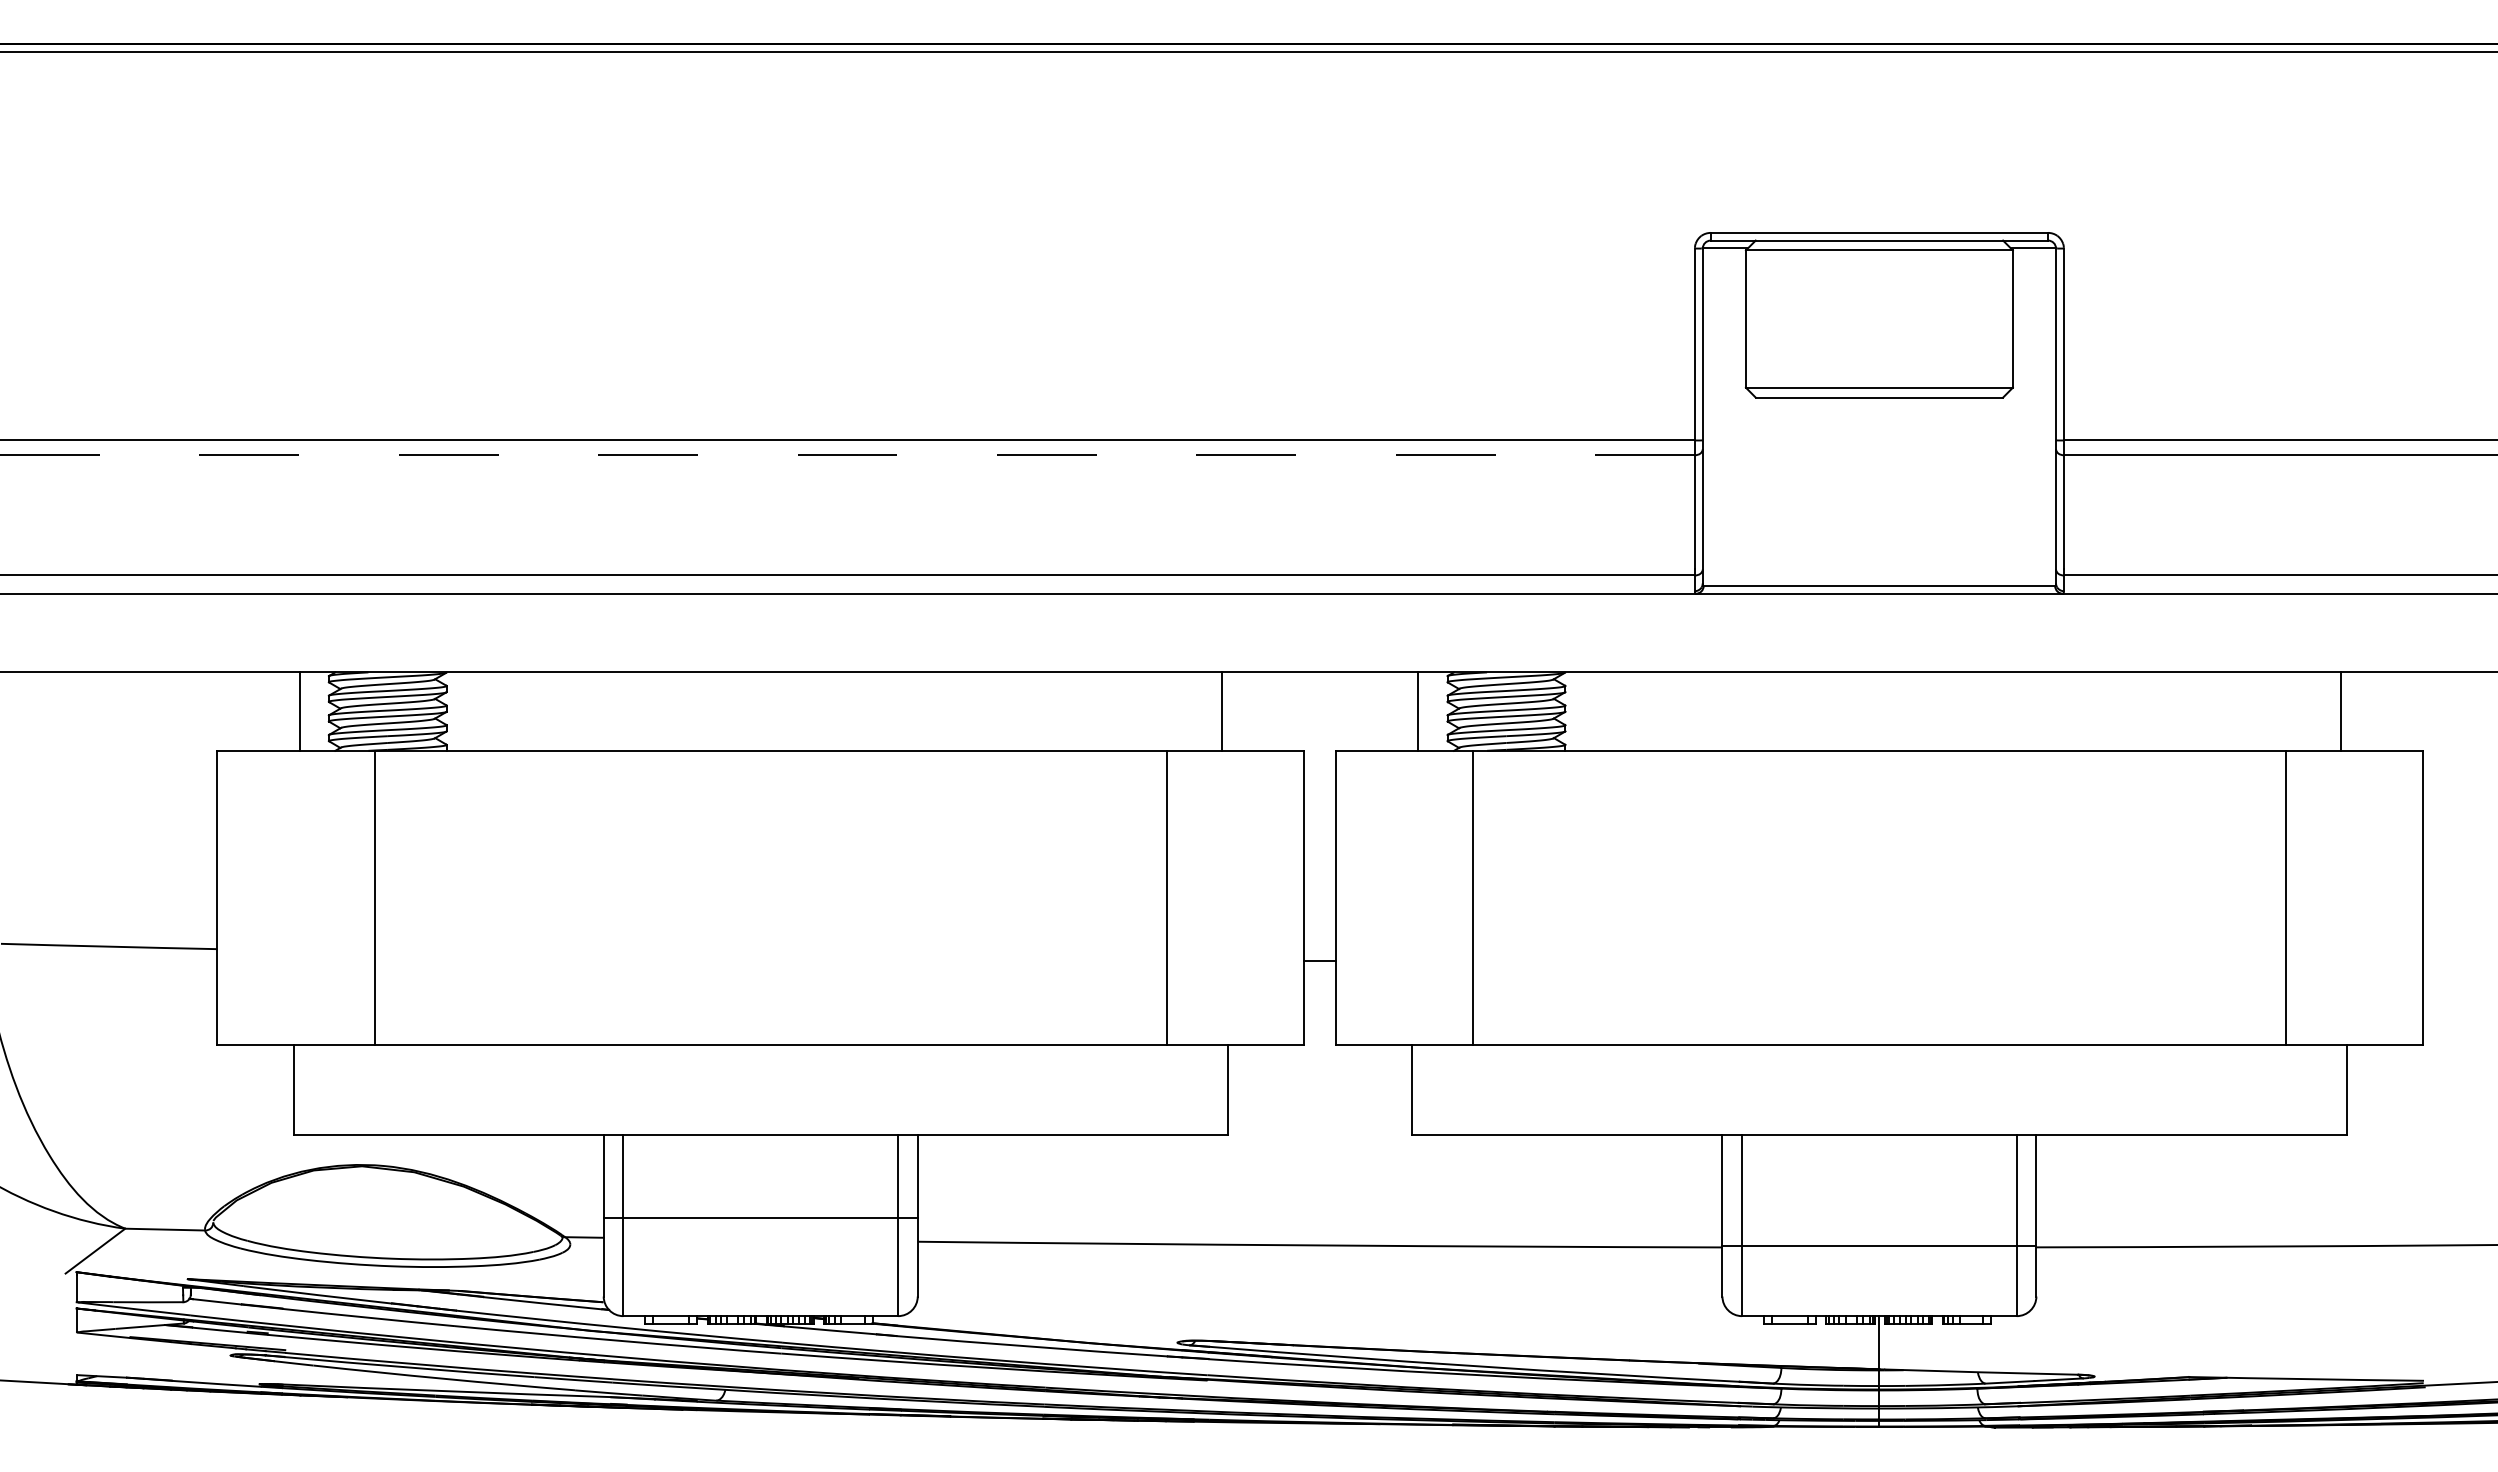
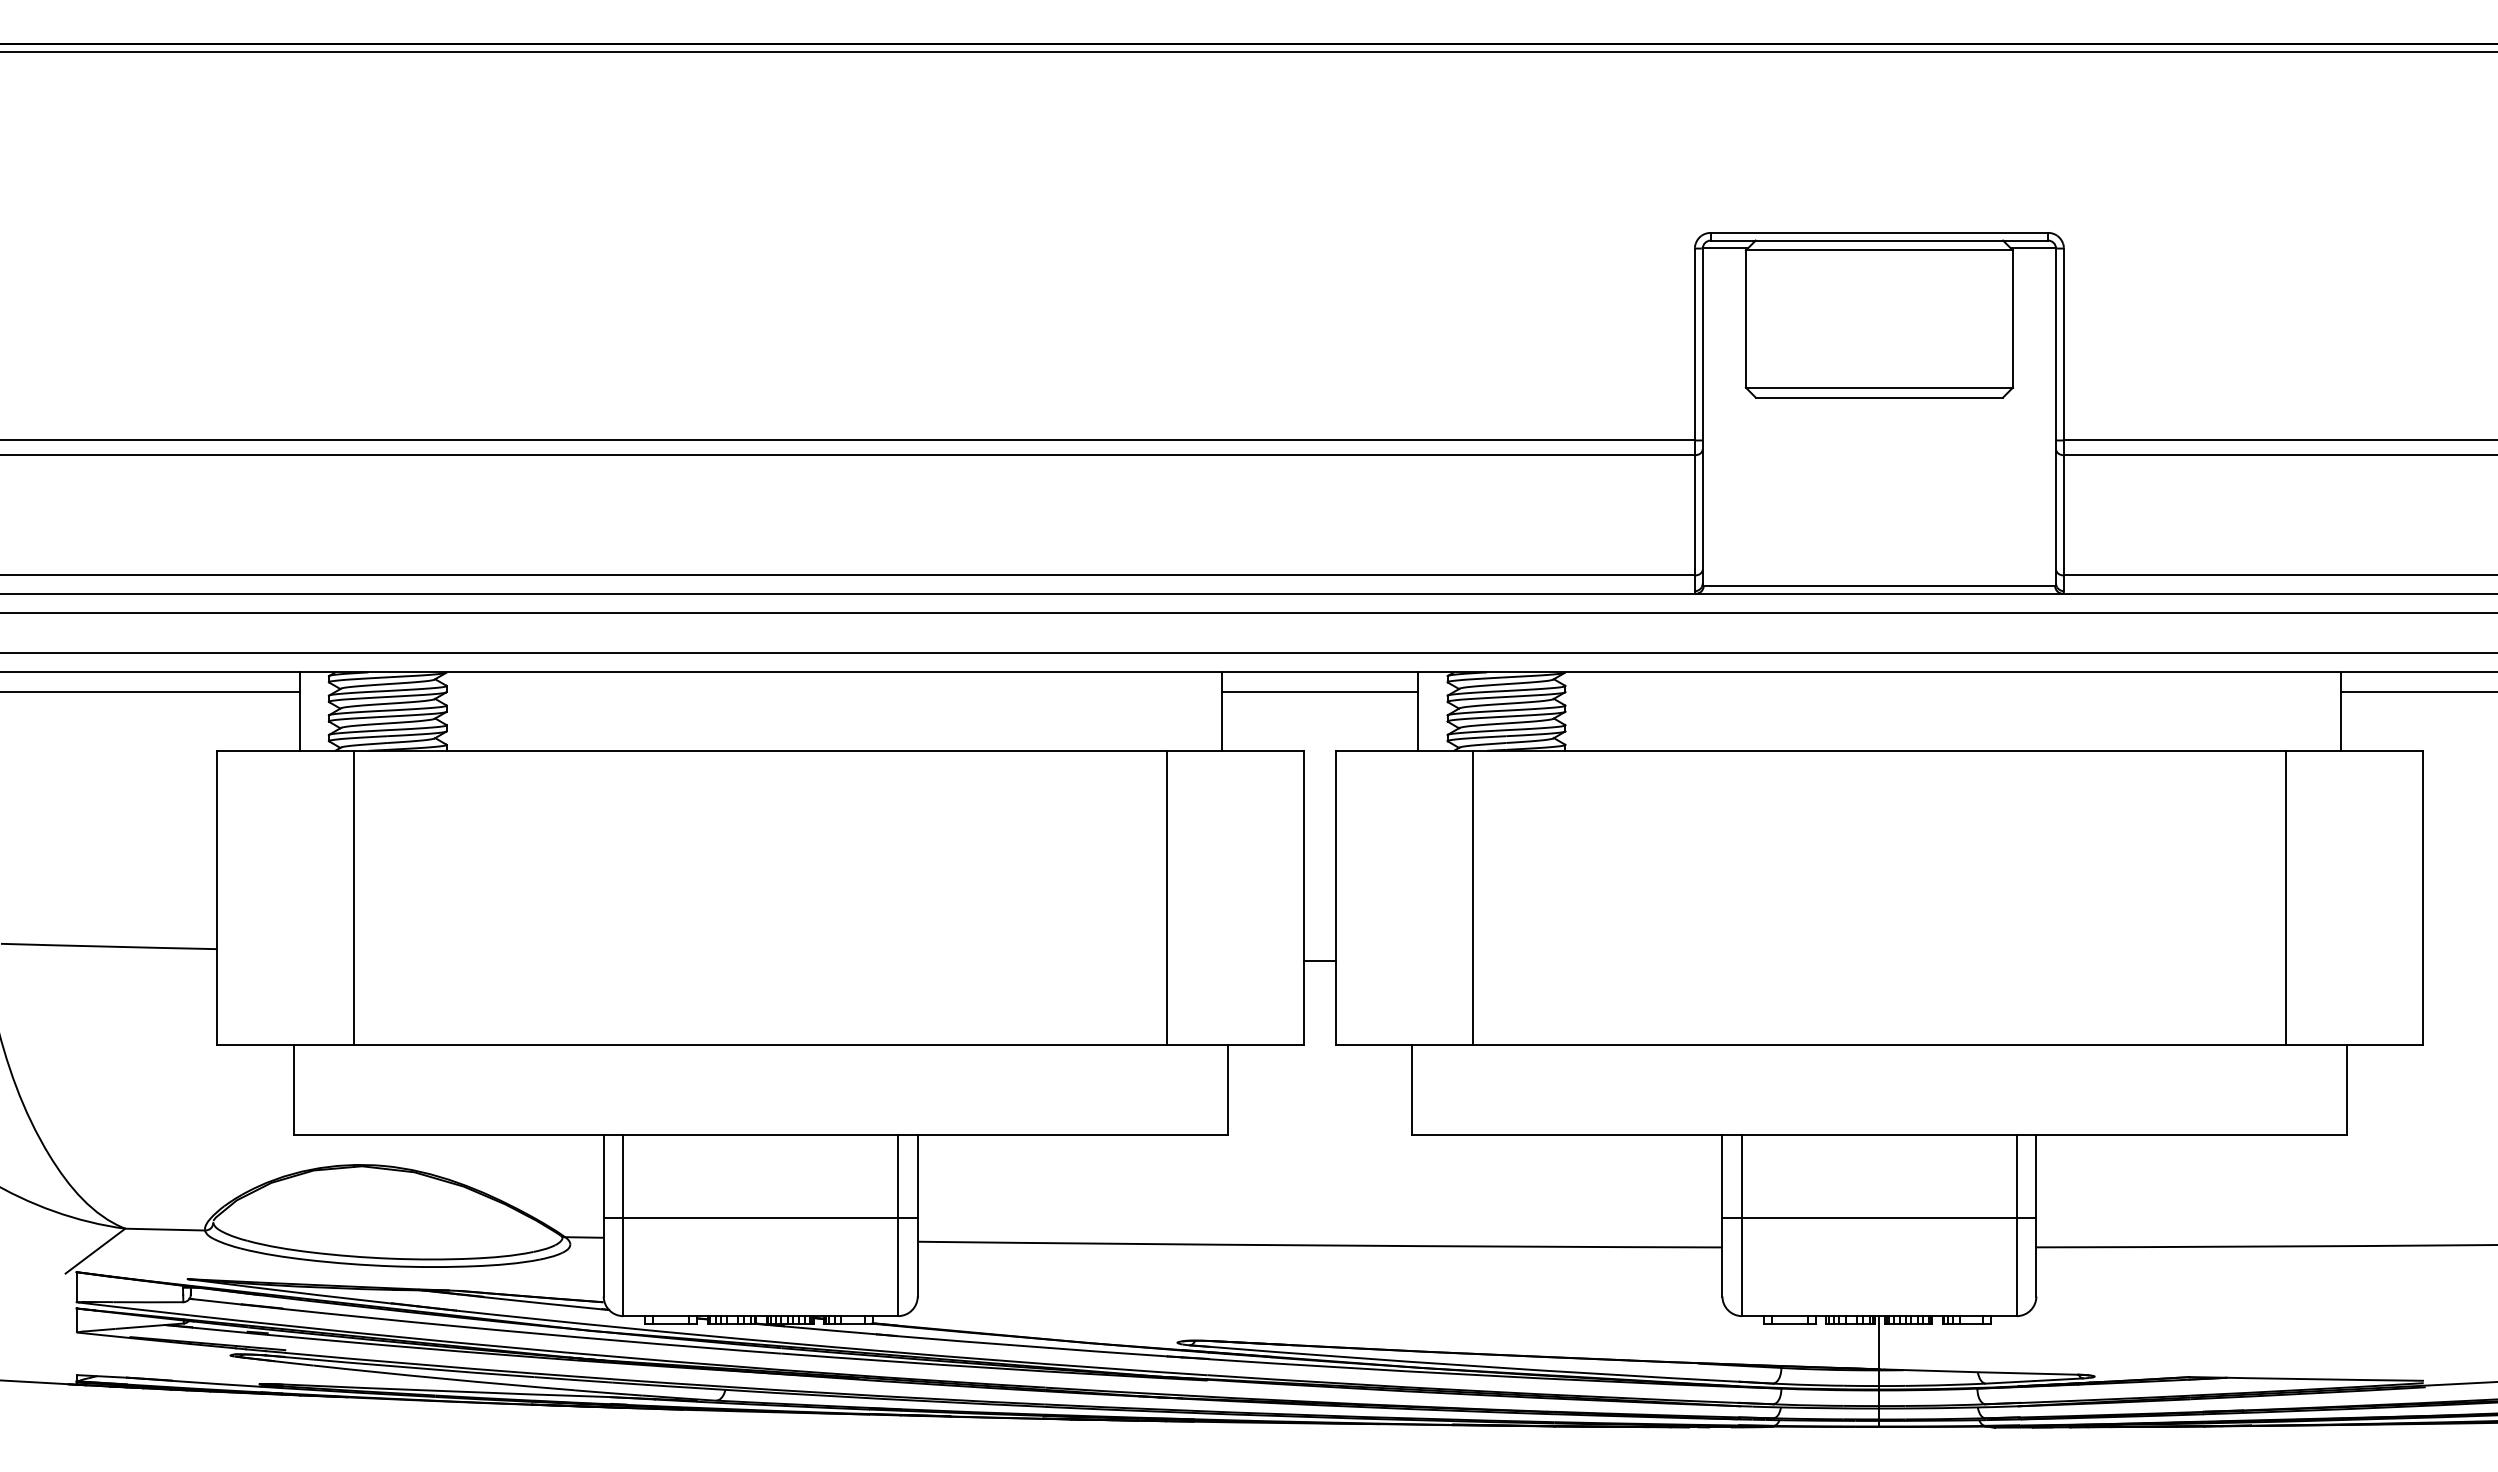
line at (847, 455): dashed -> solid
line at (1248, 612): none -> present
line at (1248, 653): none -> present
line at (150, 692): none -> present
line at (1319, 692): none -> present
line at (2417, 692): none -> present
line at (375, 897) position: (375, 897) -> (354, 897)
line at (1879, 1245) position: (1879, 1245) -> (1879, 1217)
